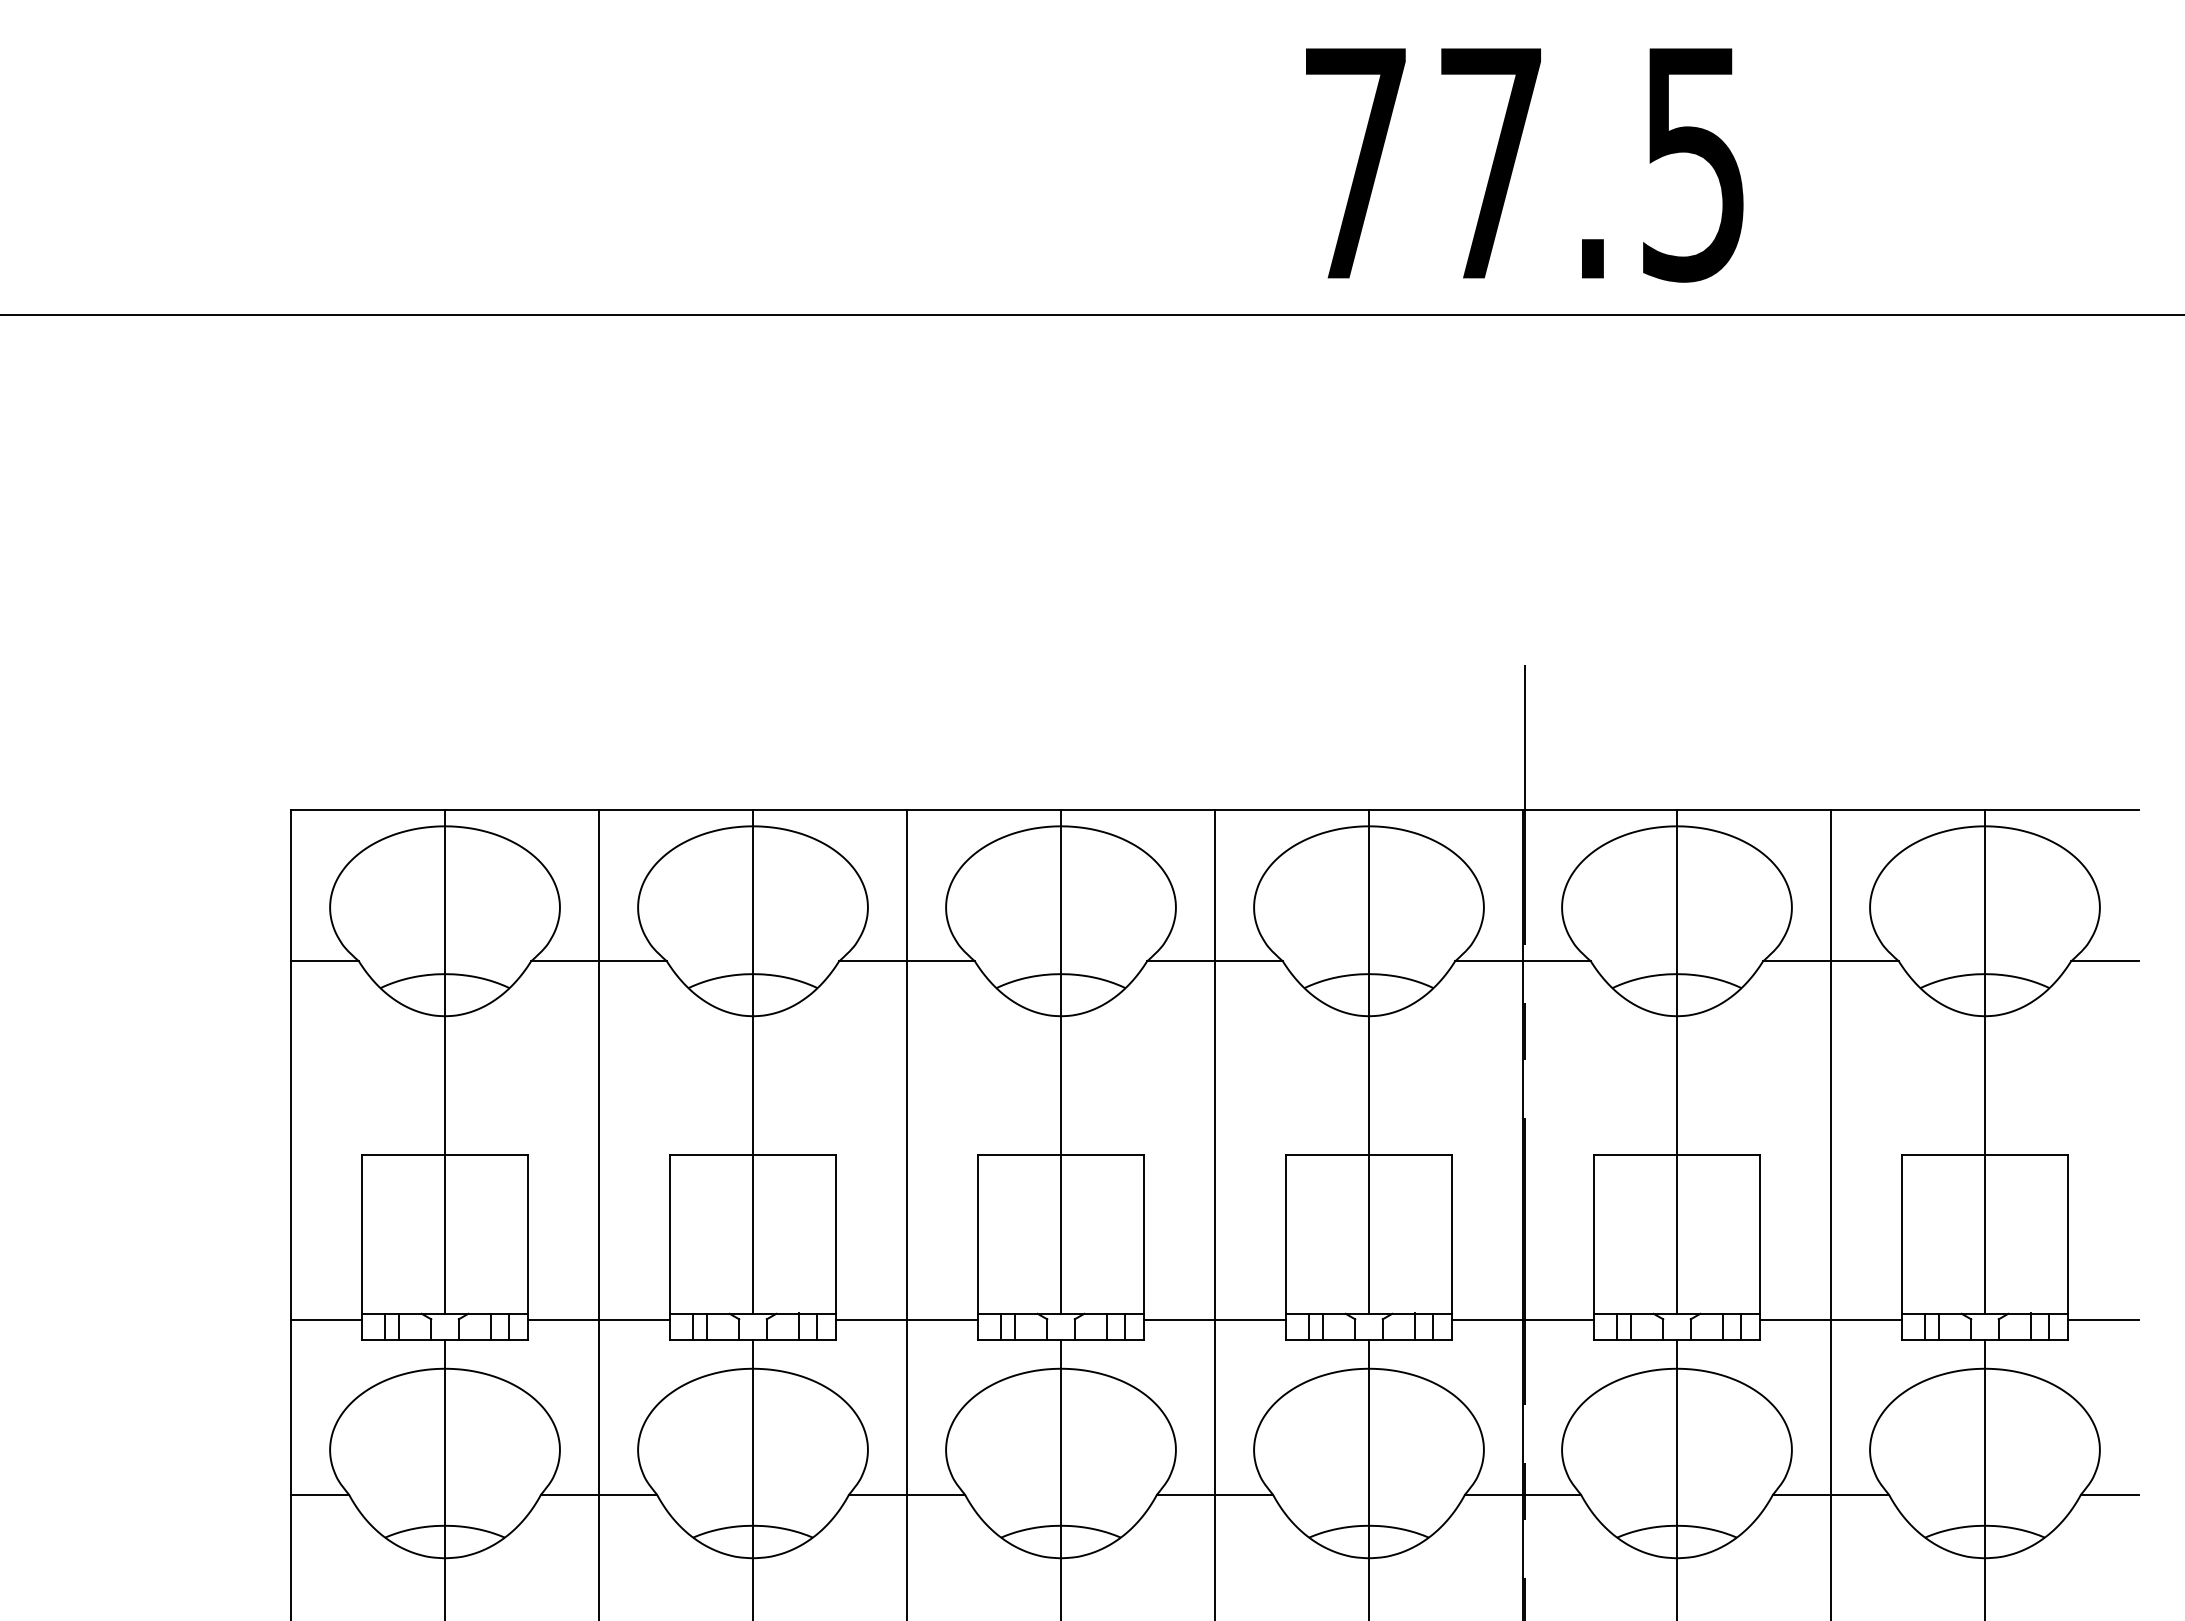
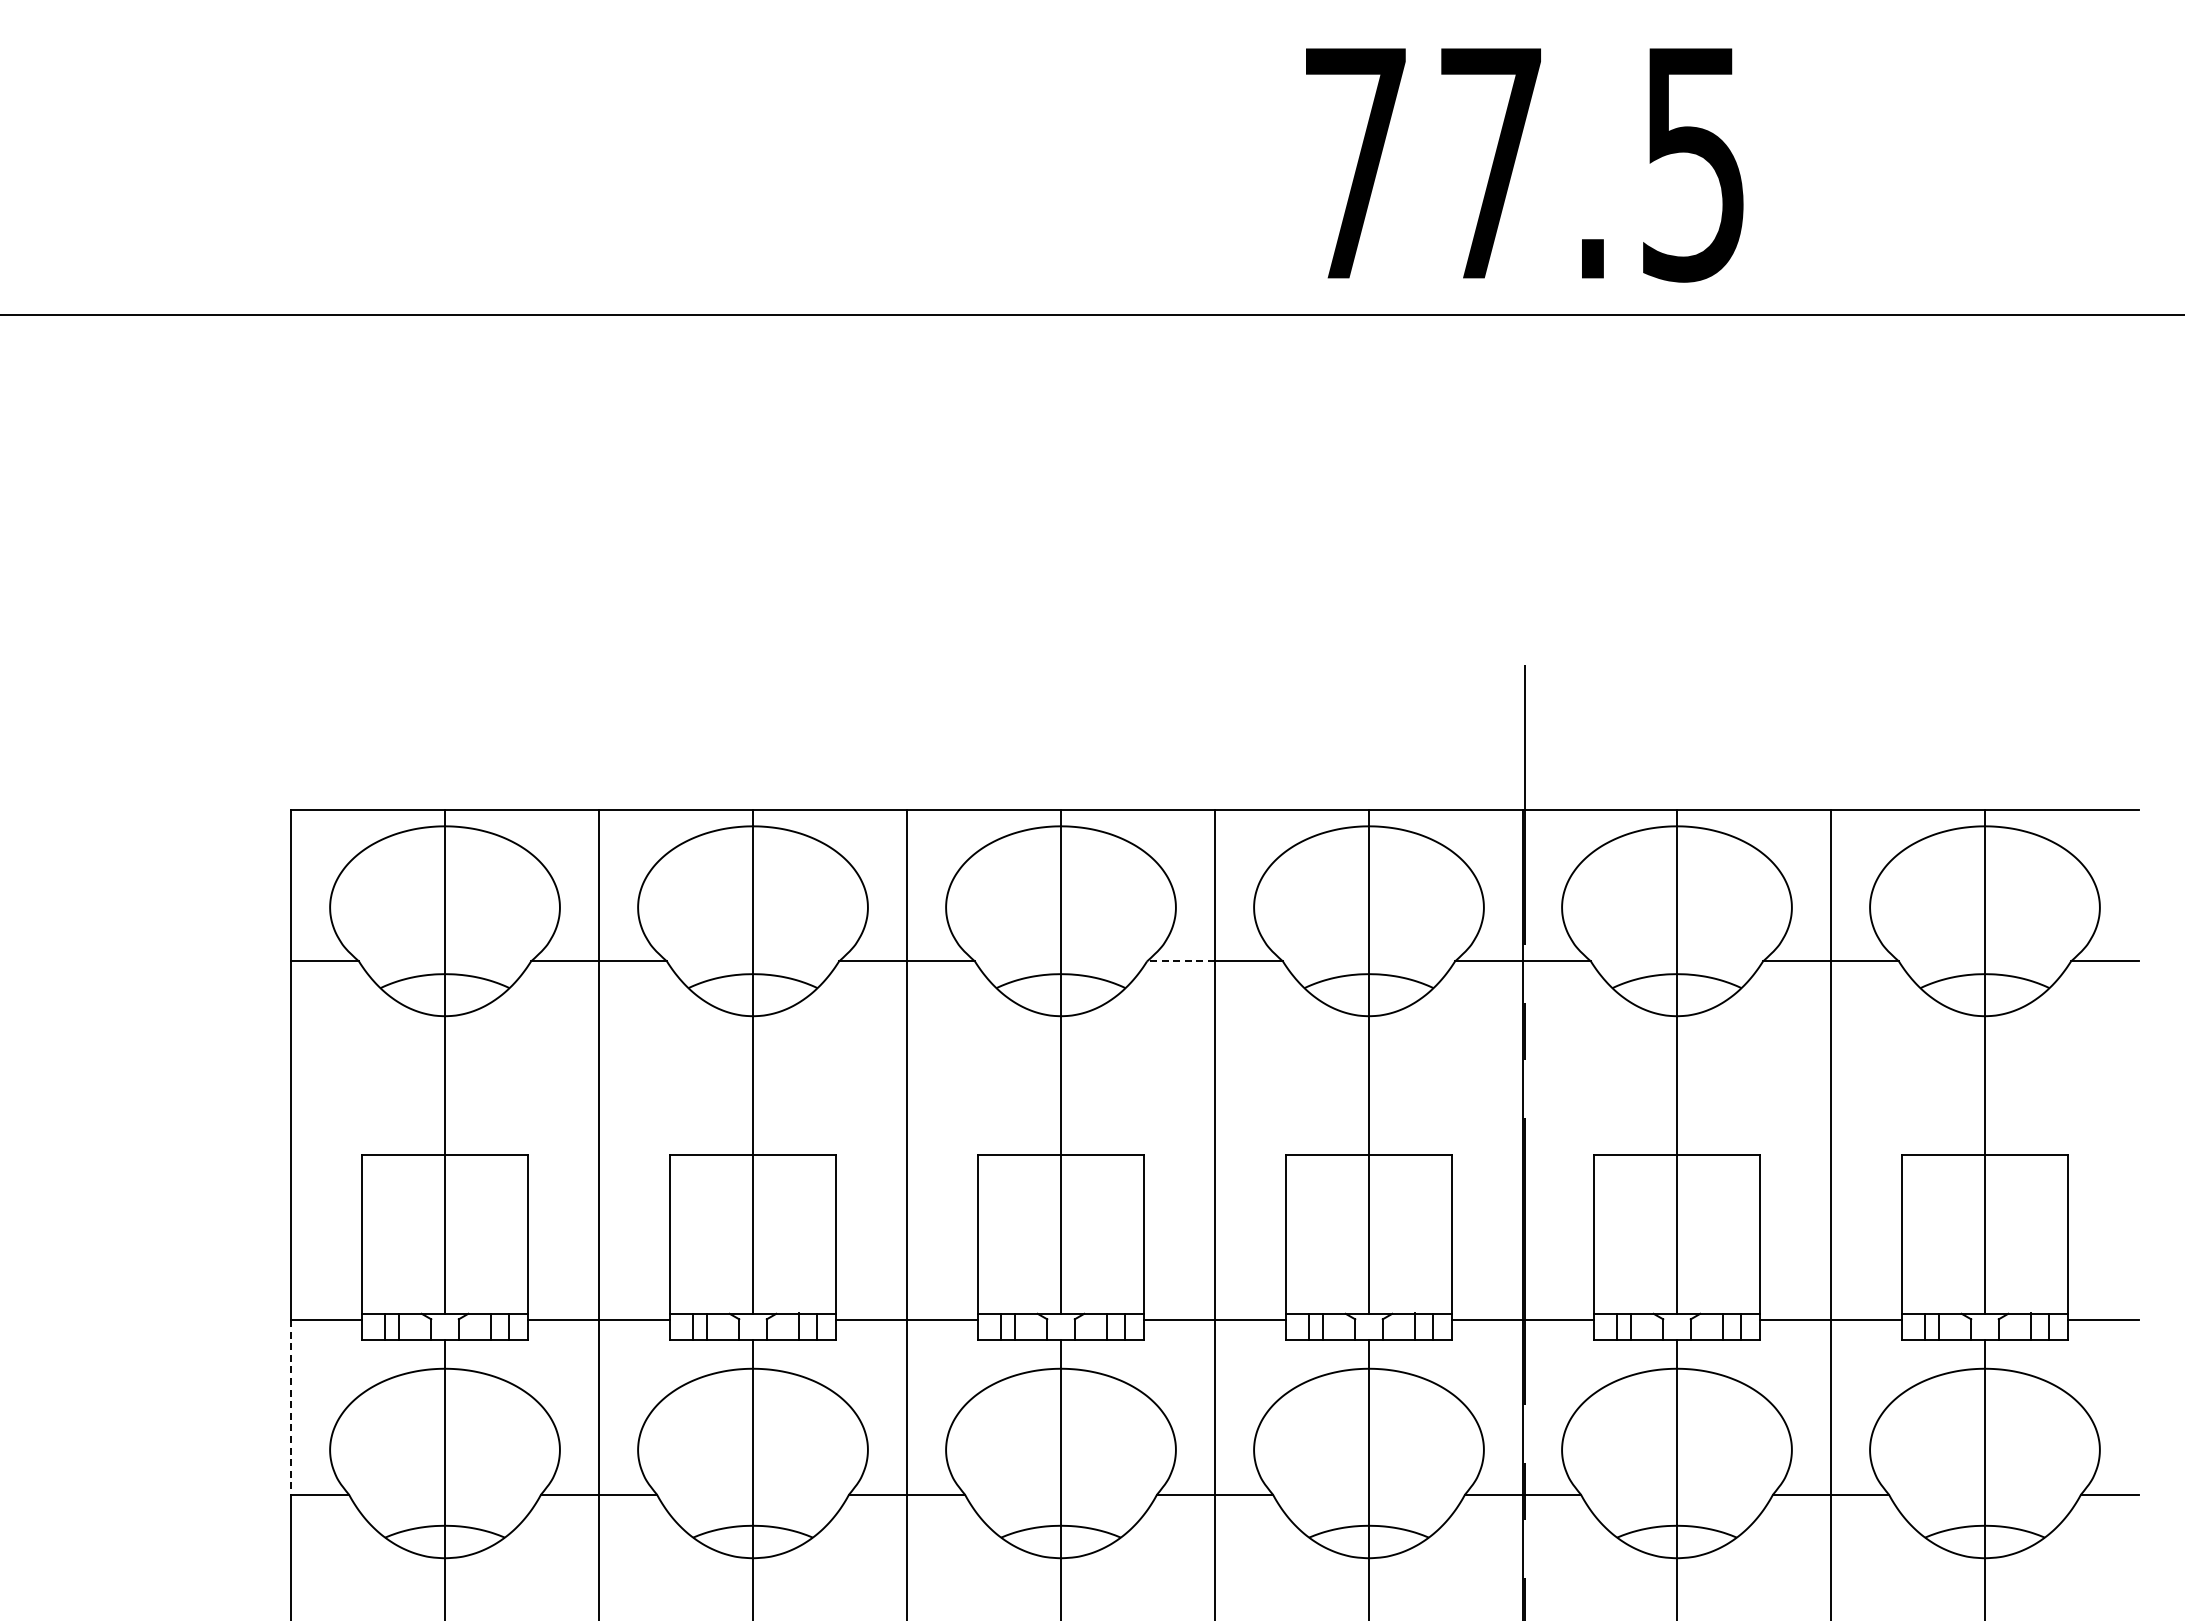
line at (1181, 961): solid -> dashed
line at (291, 1407): solid -> dashed
